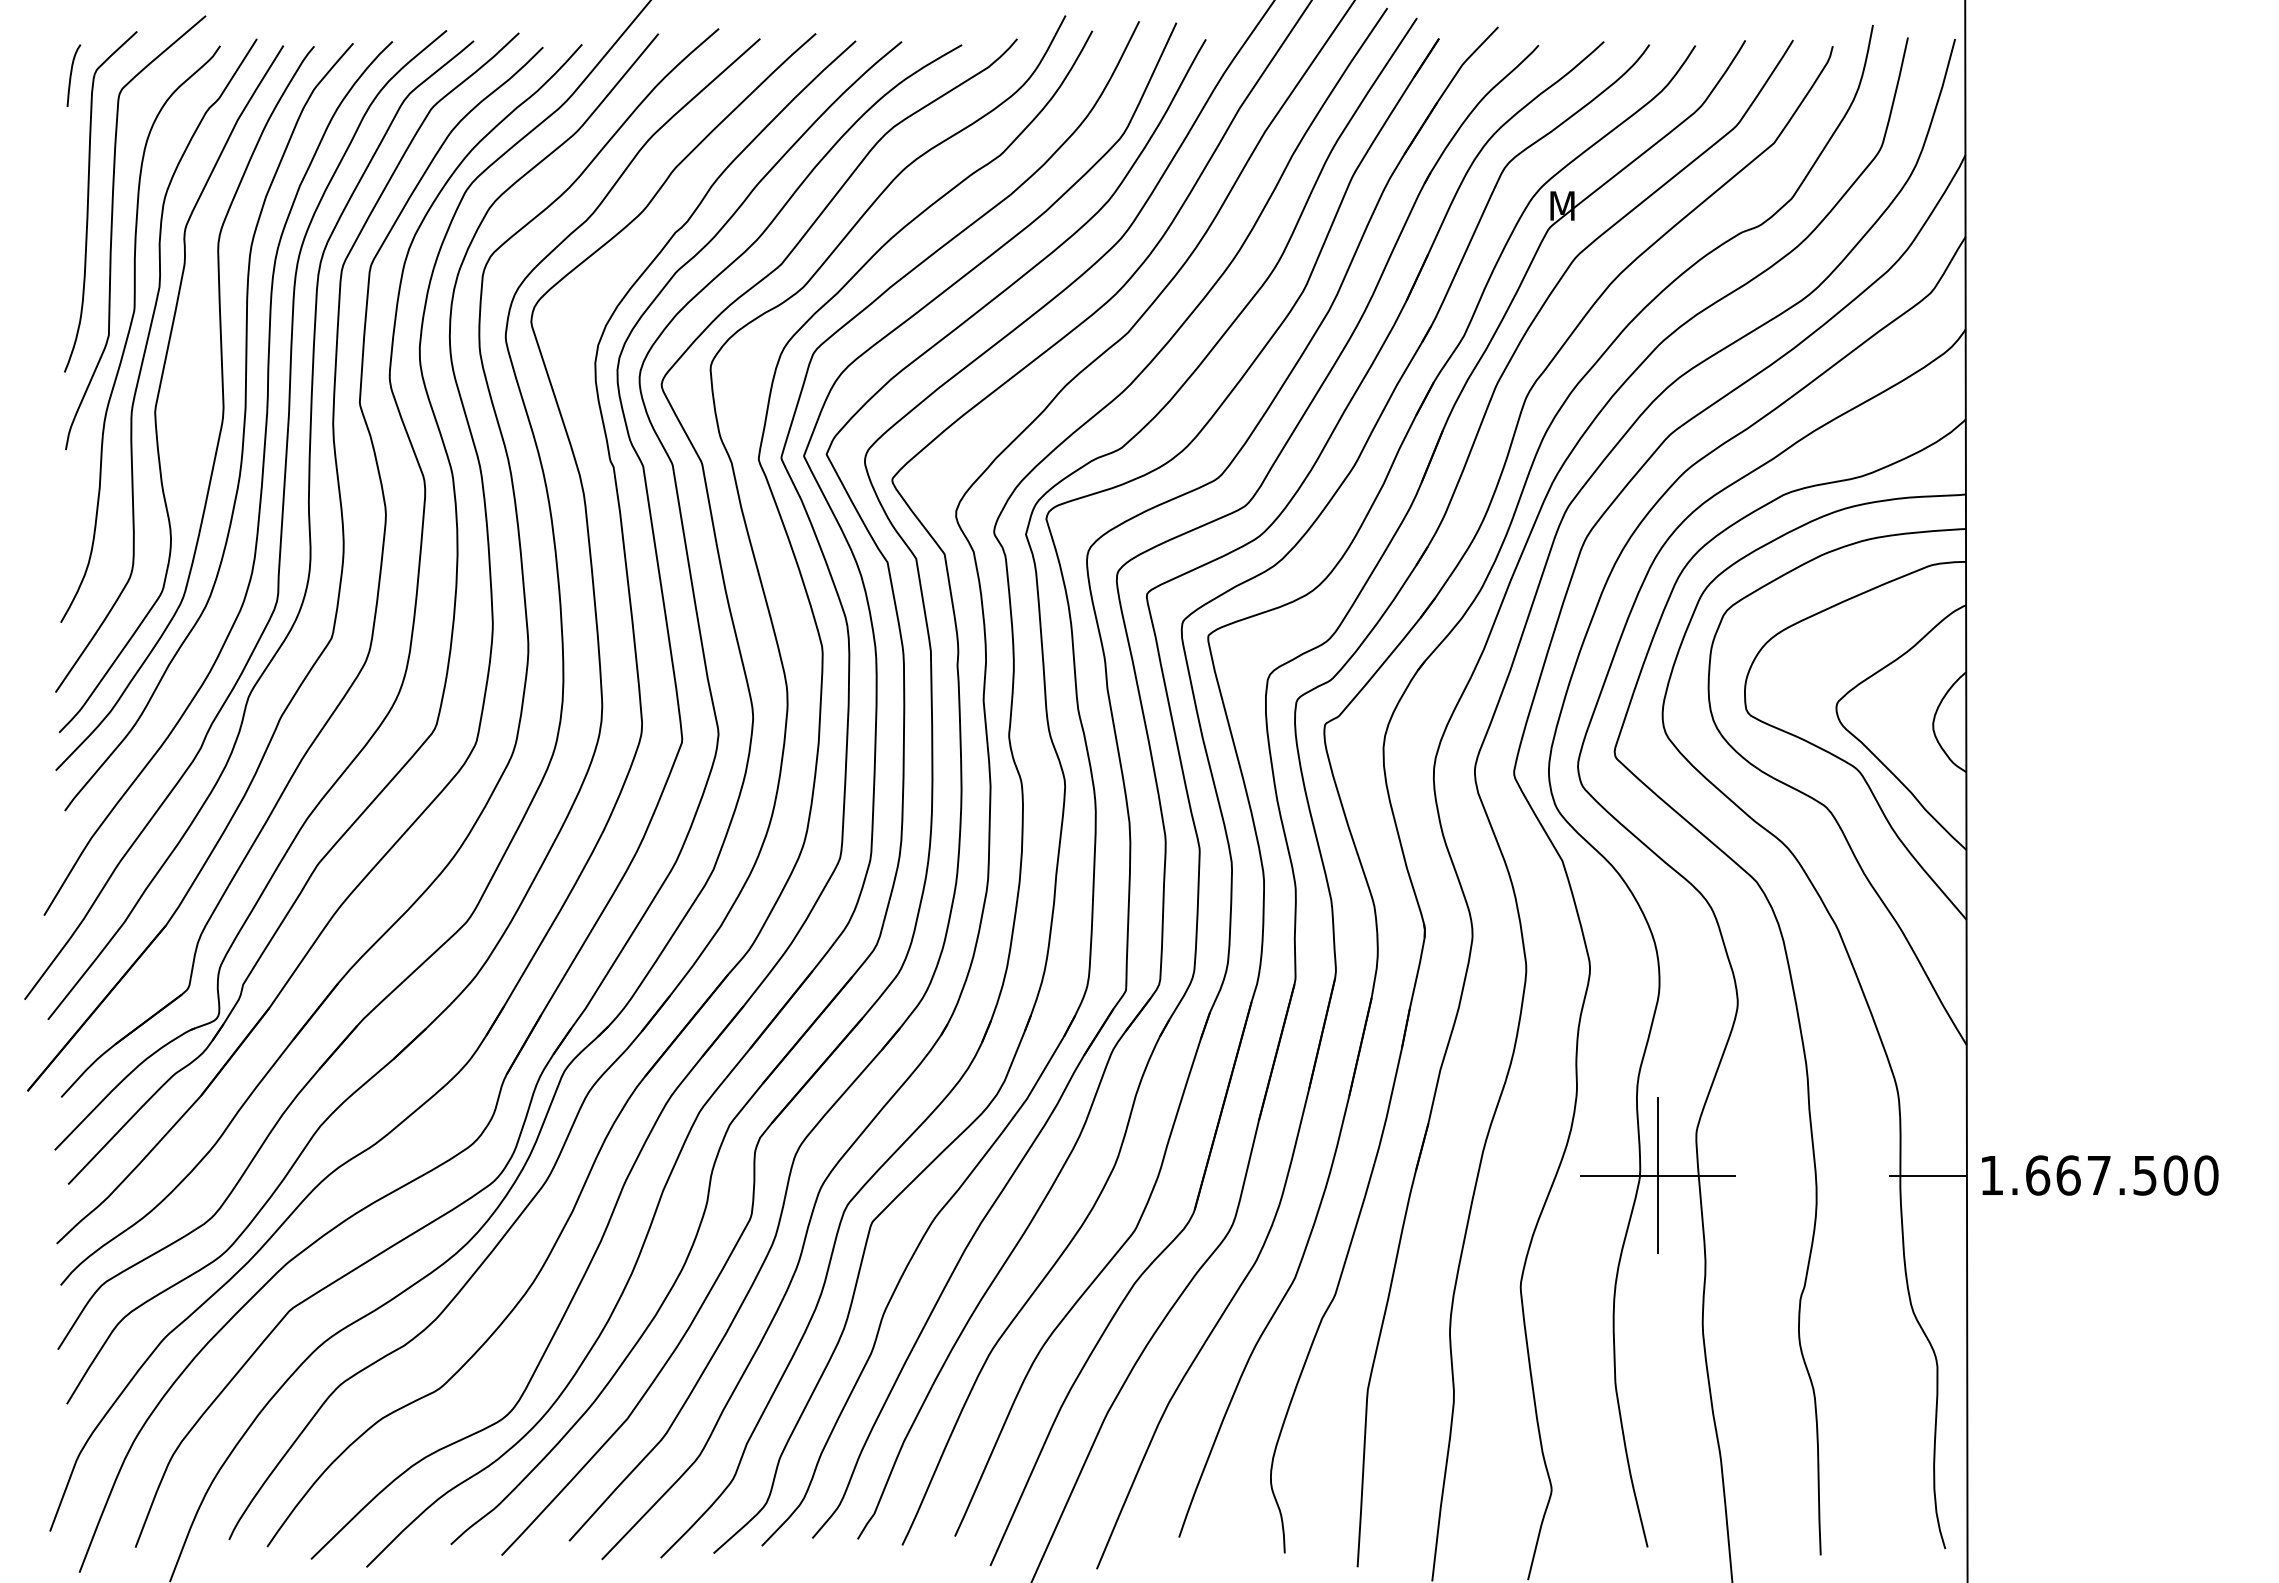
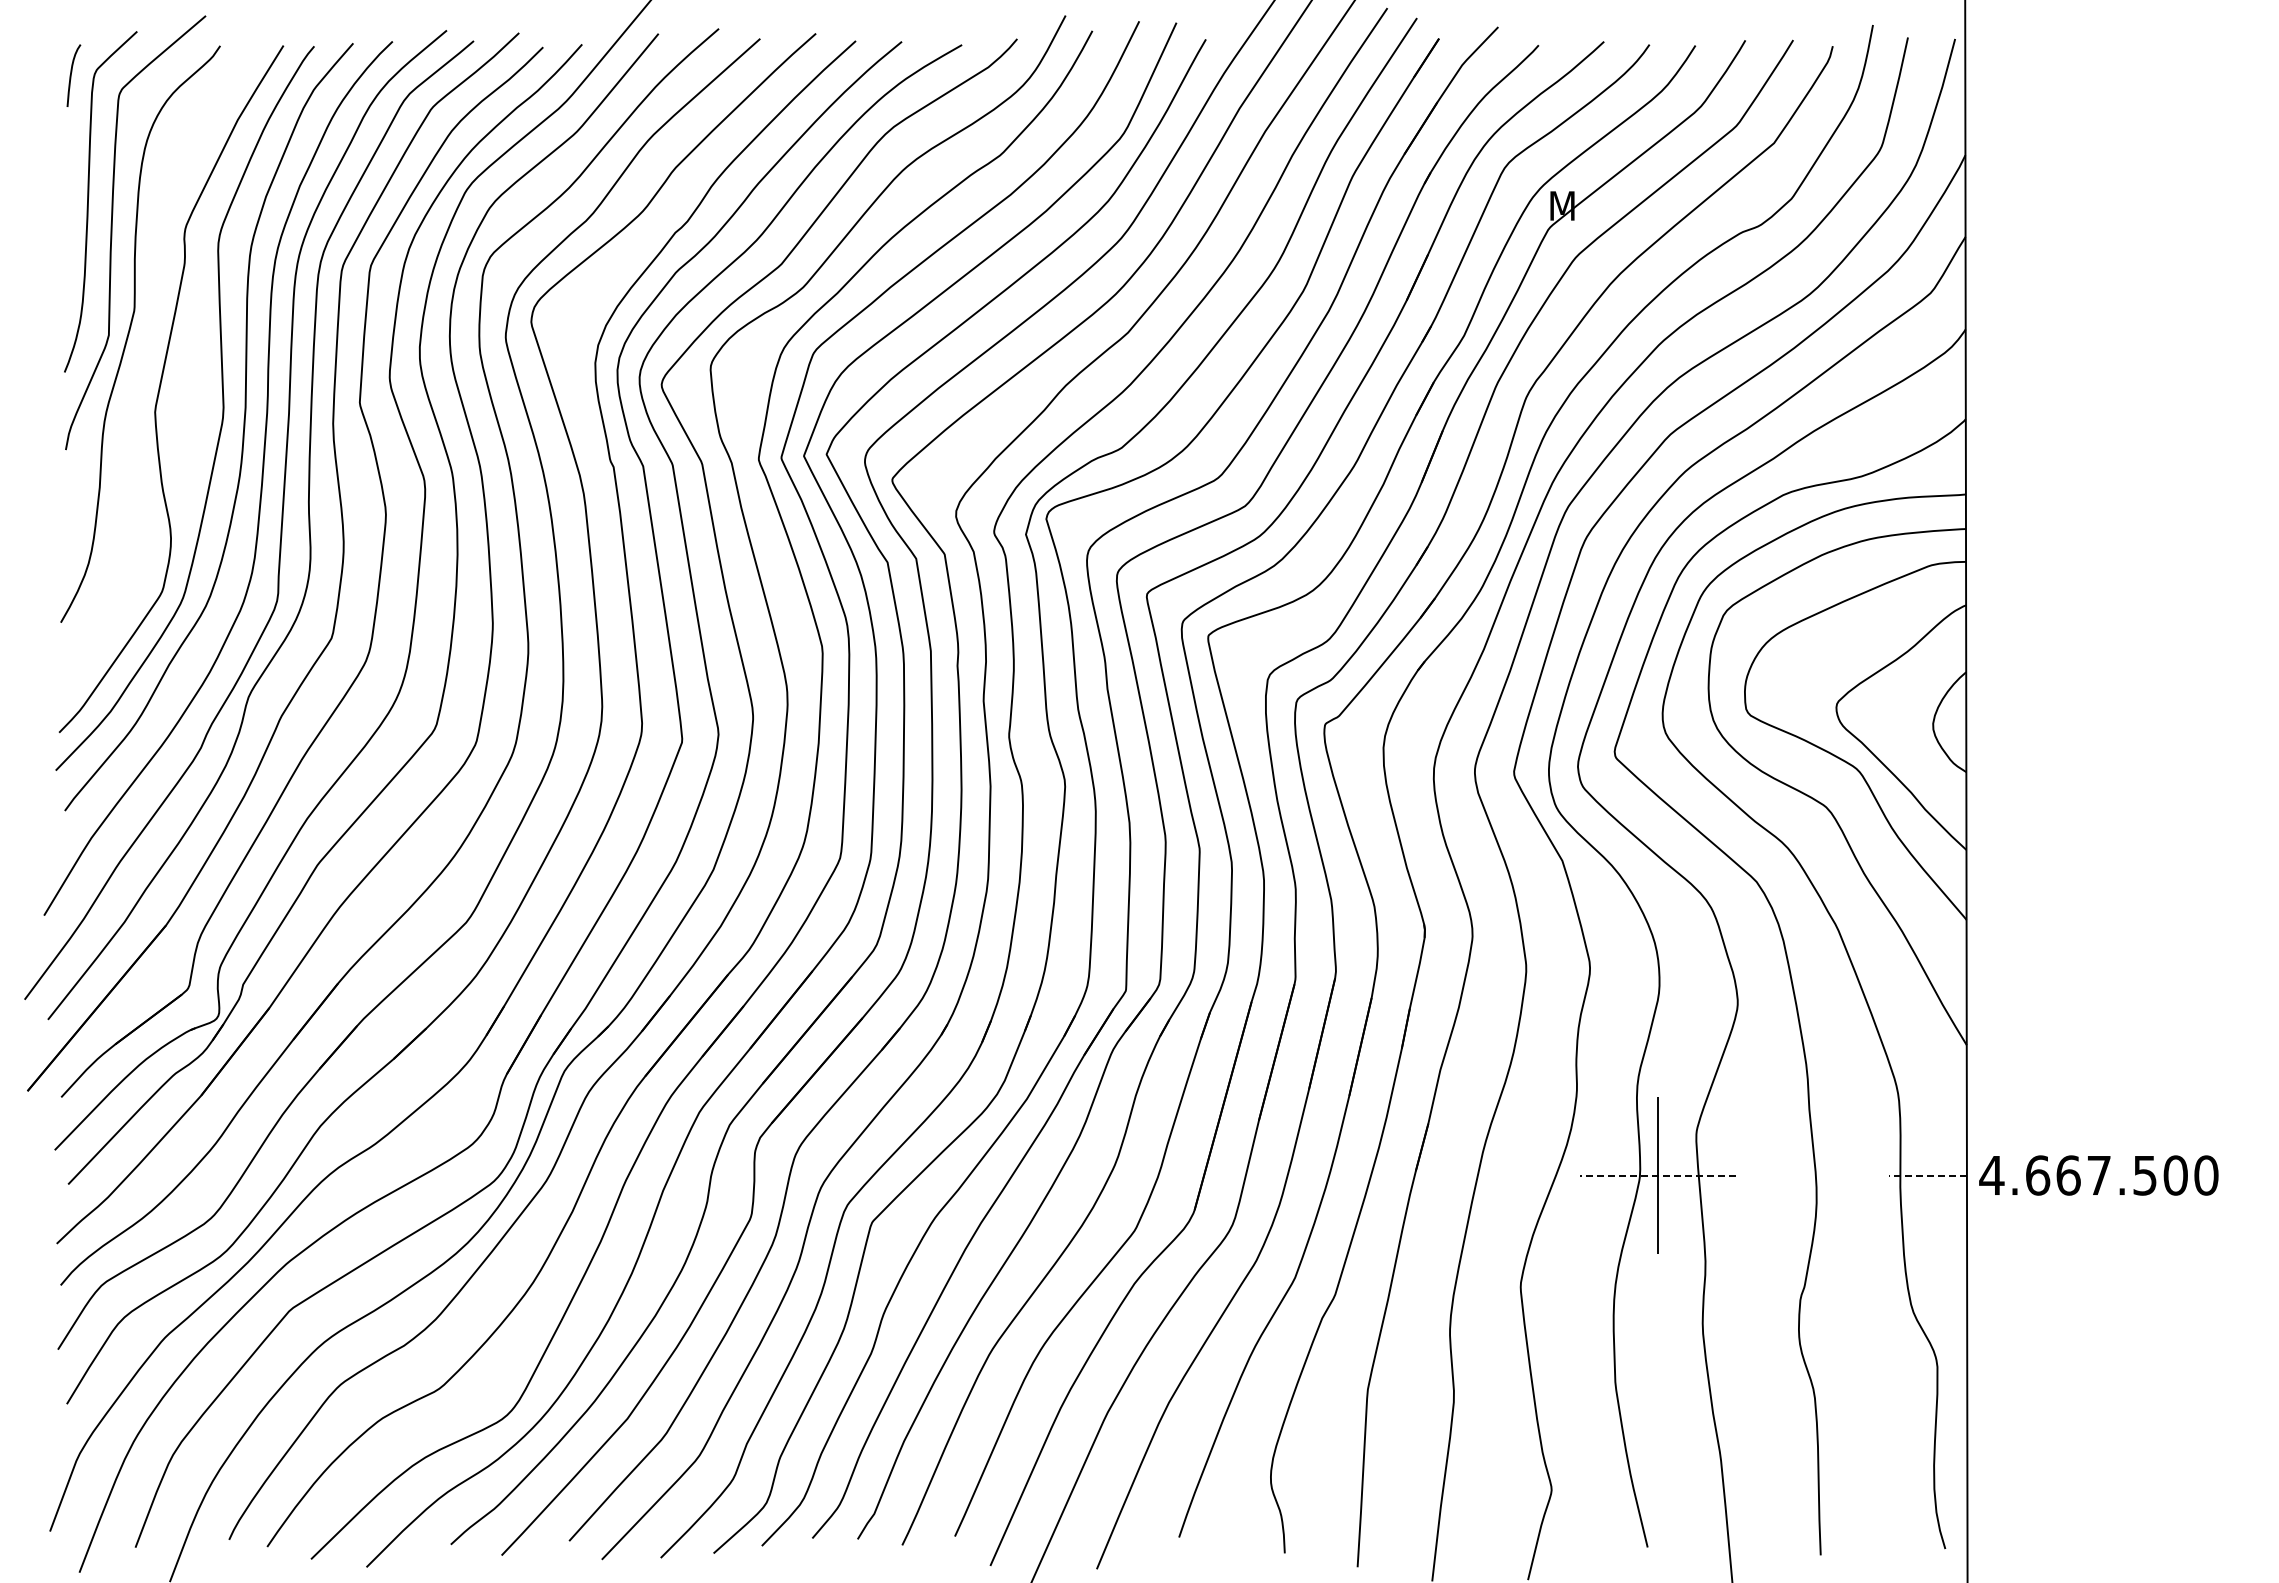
curve at (143, 363): present -> none
line at (1657, 1175): solid -> dashed
line at (1927, 1175): solid -> dashed
text at (1991, 1175): 1.667.500 -> 4.667.500
